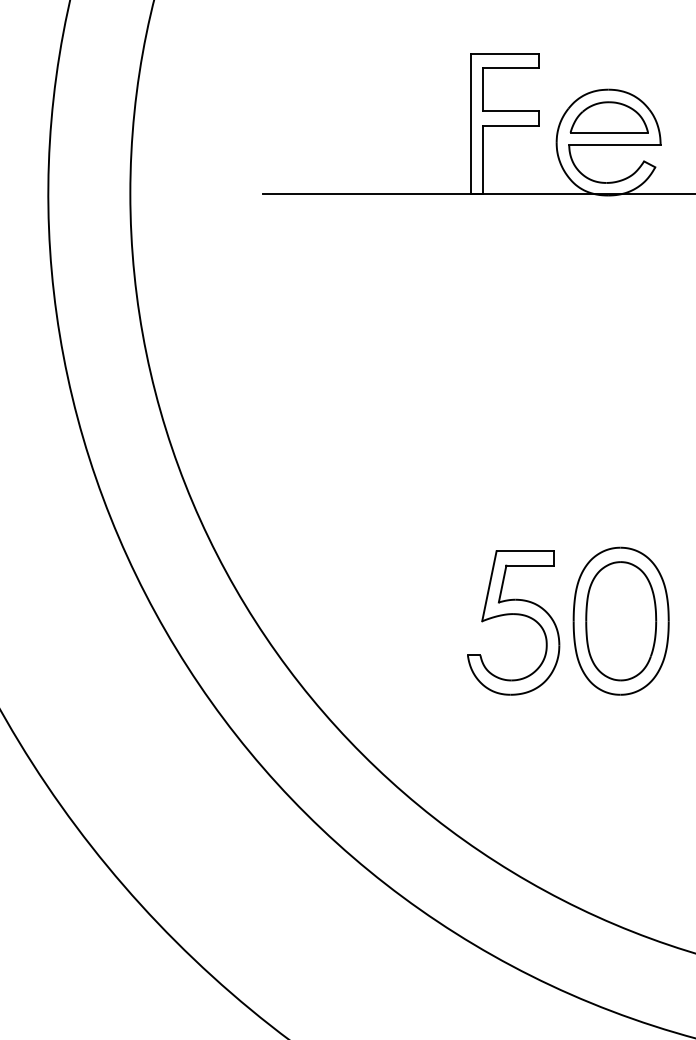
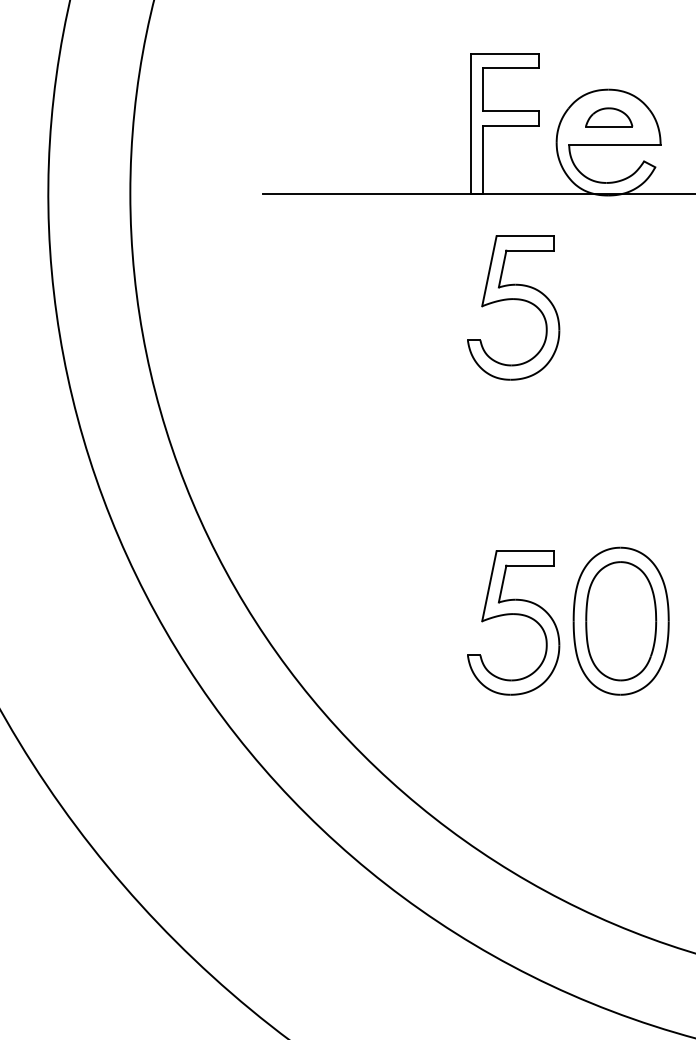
part at (608, 117) size: 80x33 px -> 49x21 px
part at (515, 300): none -> present
